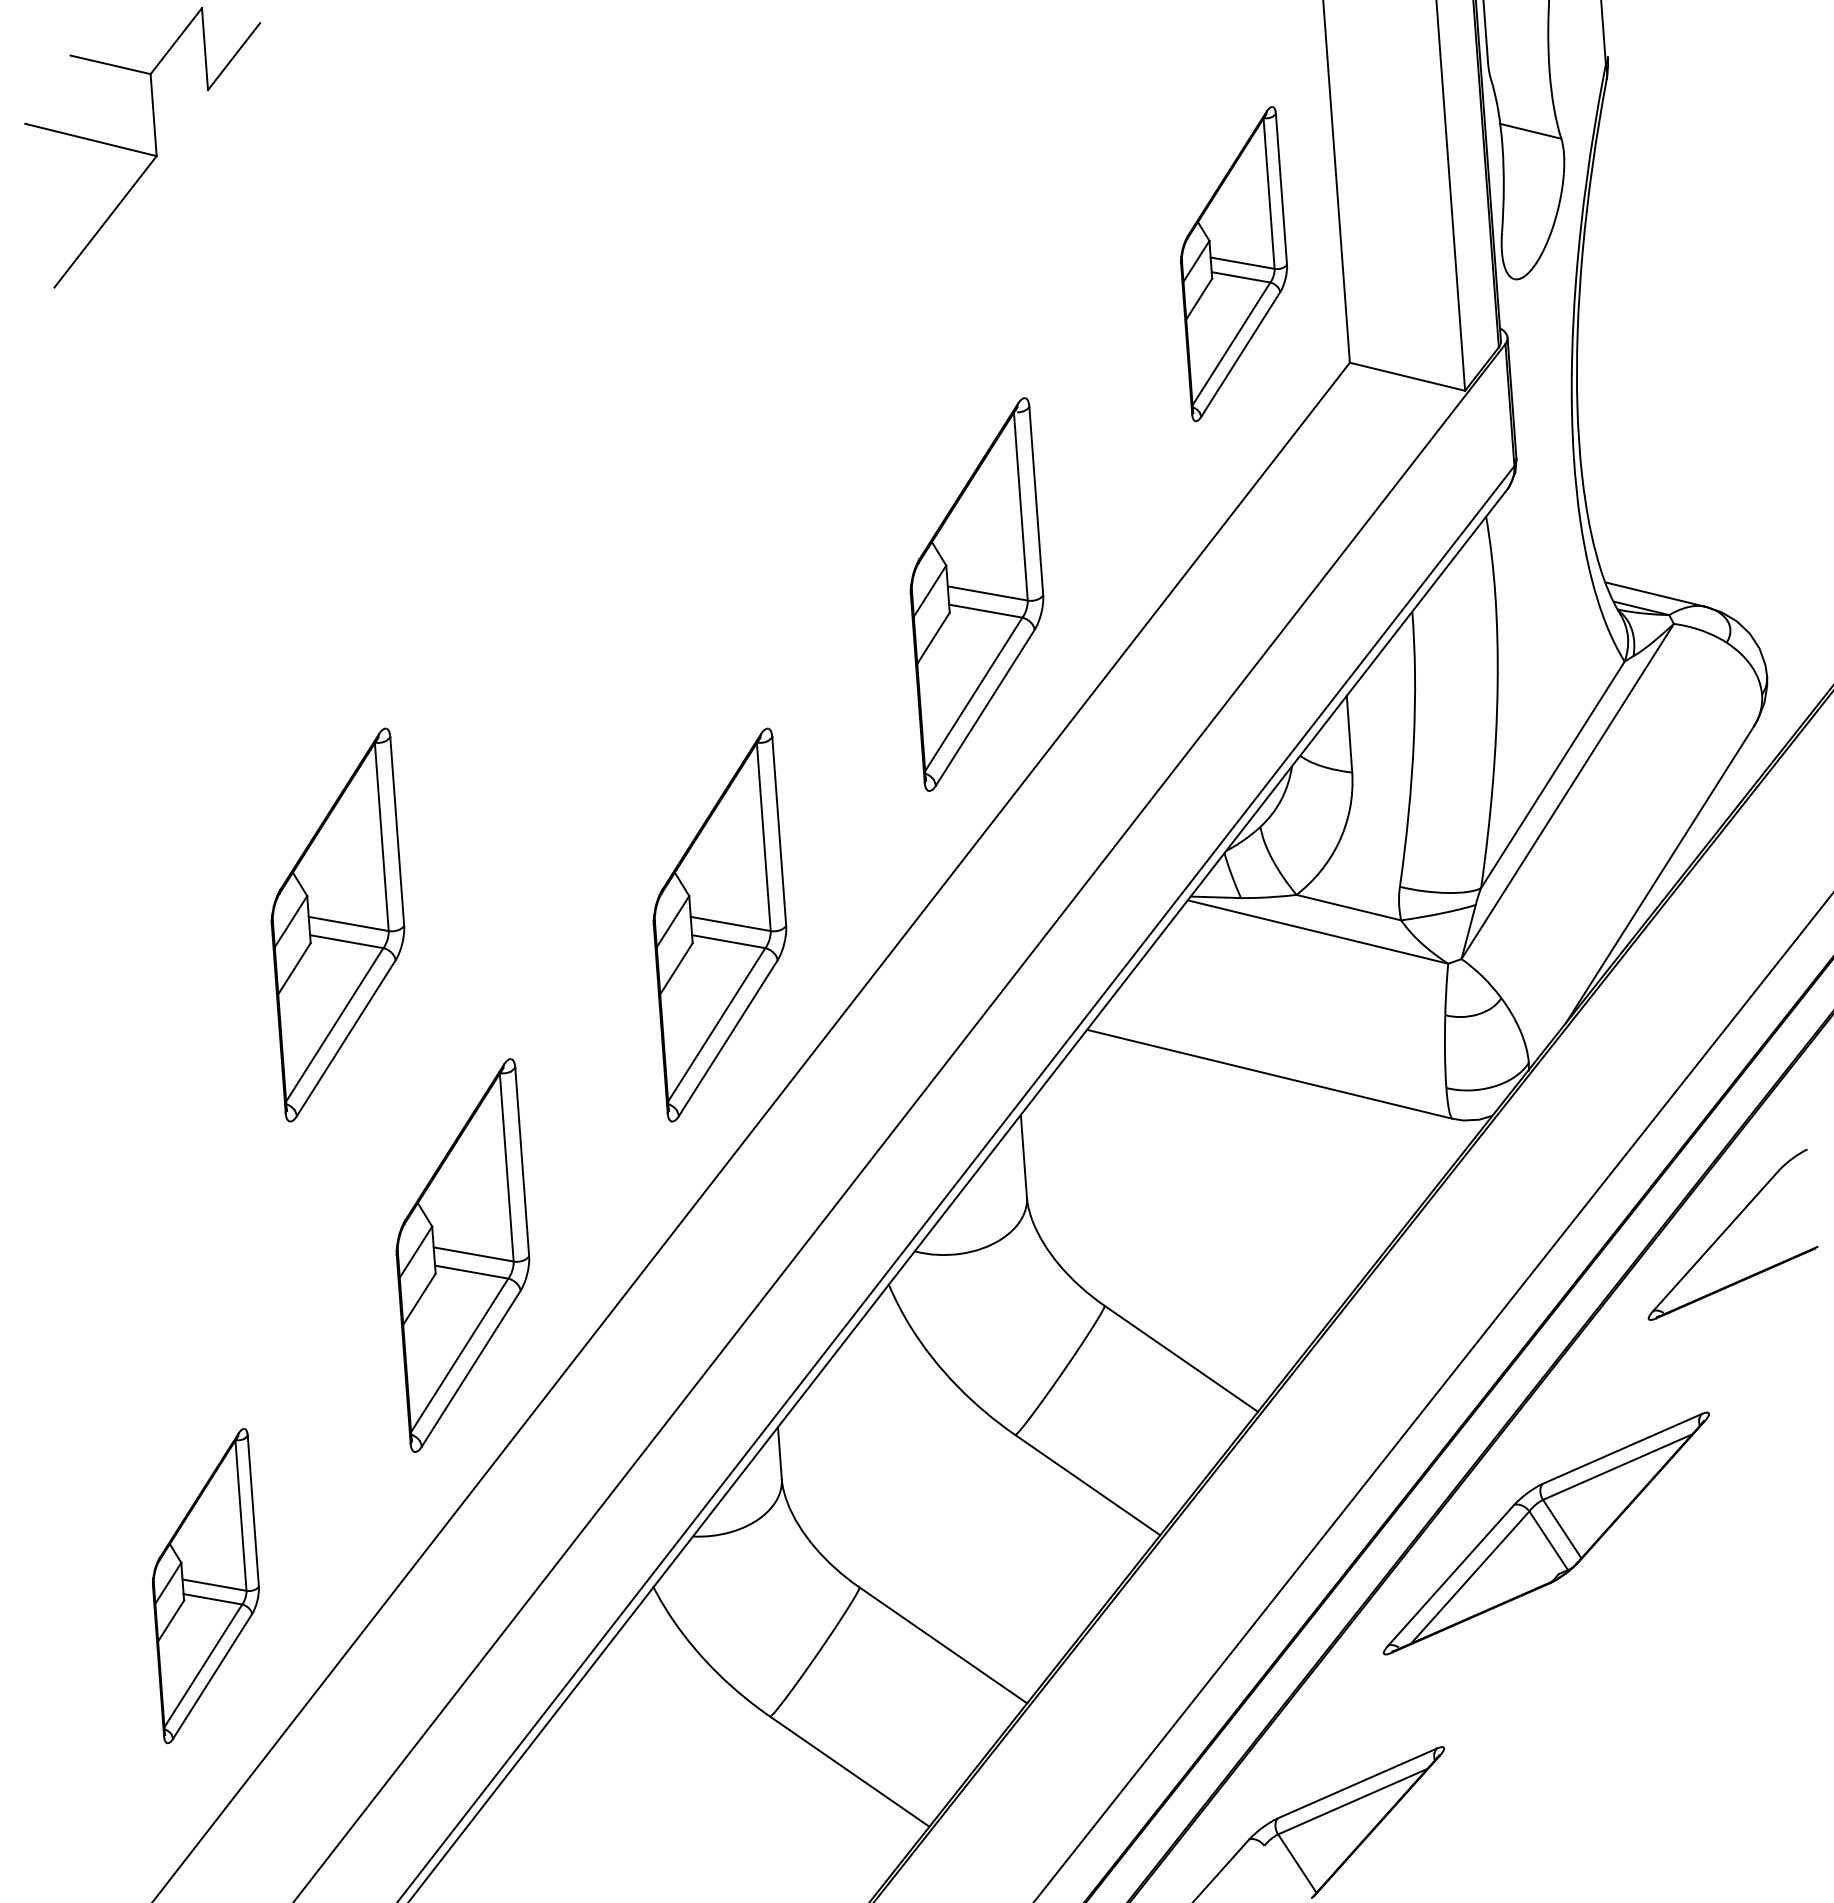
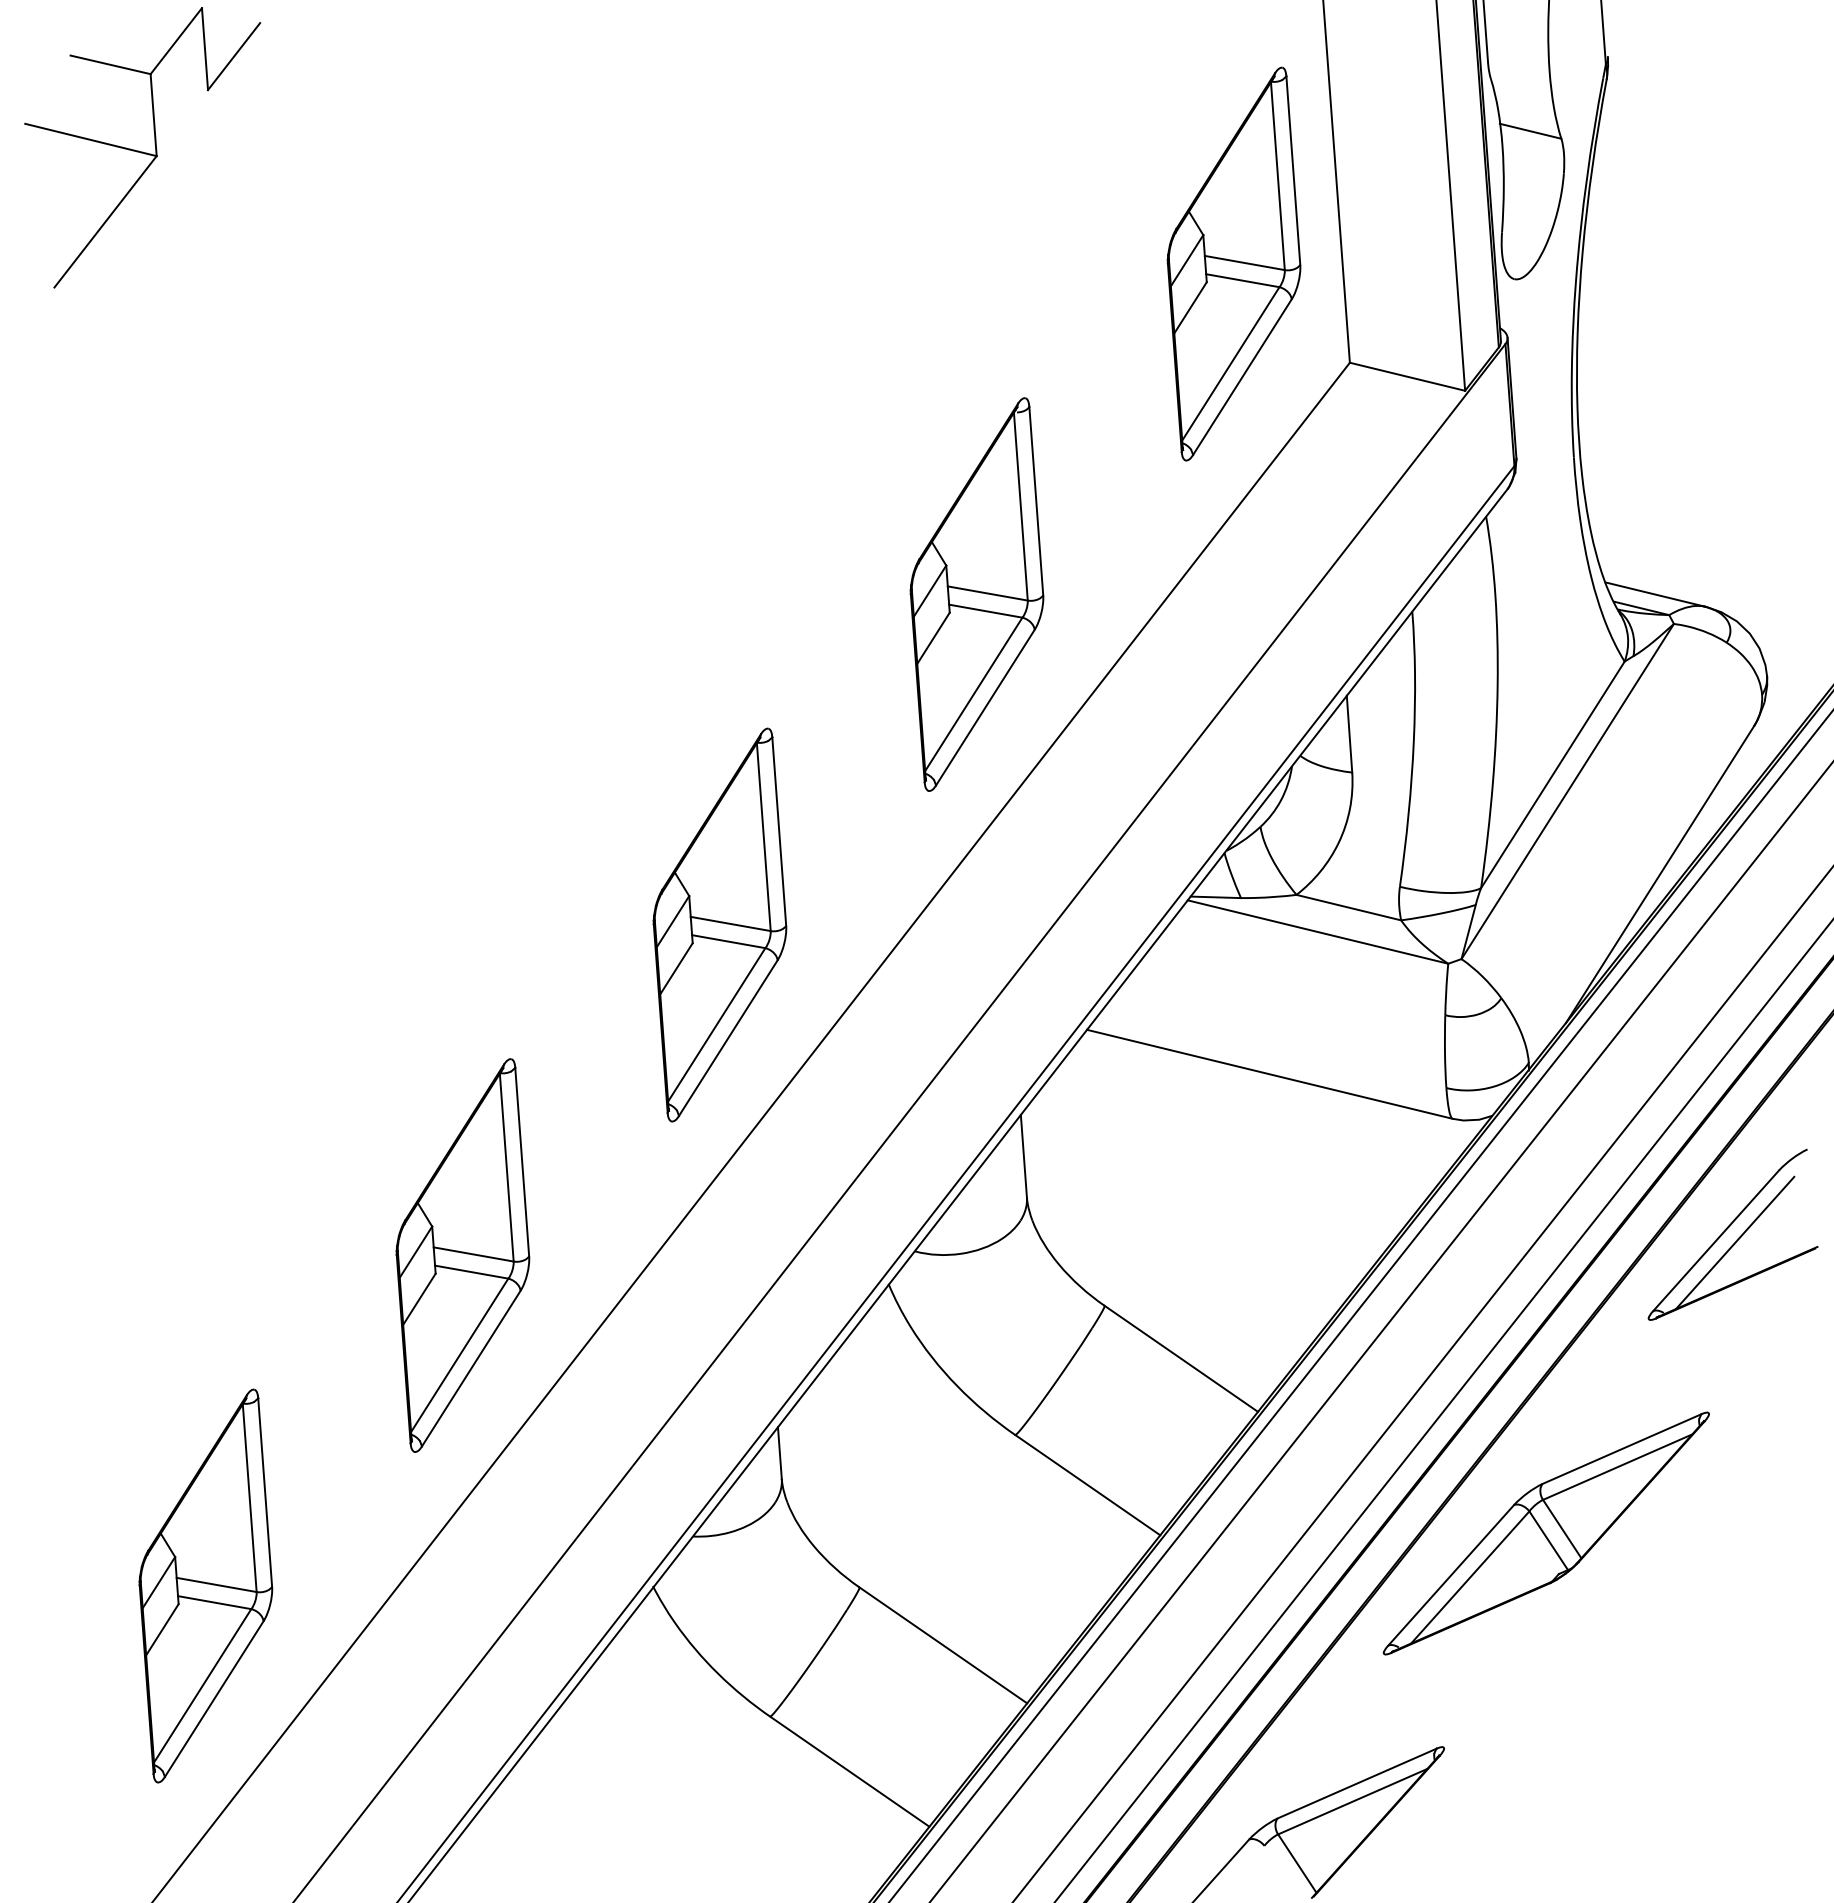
part at (1233, 264) size: 108x317 px -> 136x396 px
part at (337, 924): present -> none
line at (1735, 1242): none -> present
line at (1360, 1306): none -> present
line at (1381, 1332): none -> present
line at (1432, 1397) position: (1432, 1397) -> (1422, 1384)
line at (1443, 1410): none -> present
part at (205, 1586) size: 108x317 px -> 136x396 px
